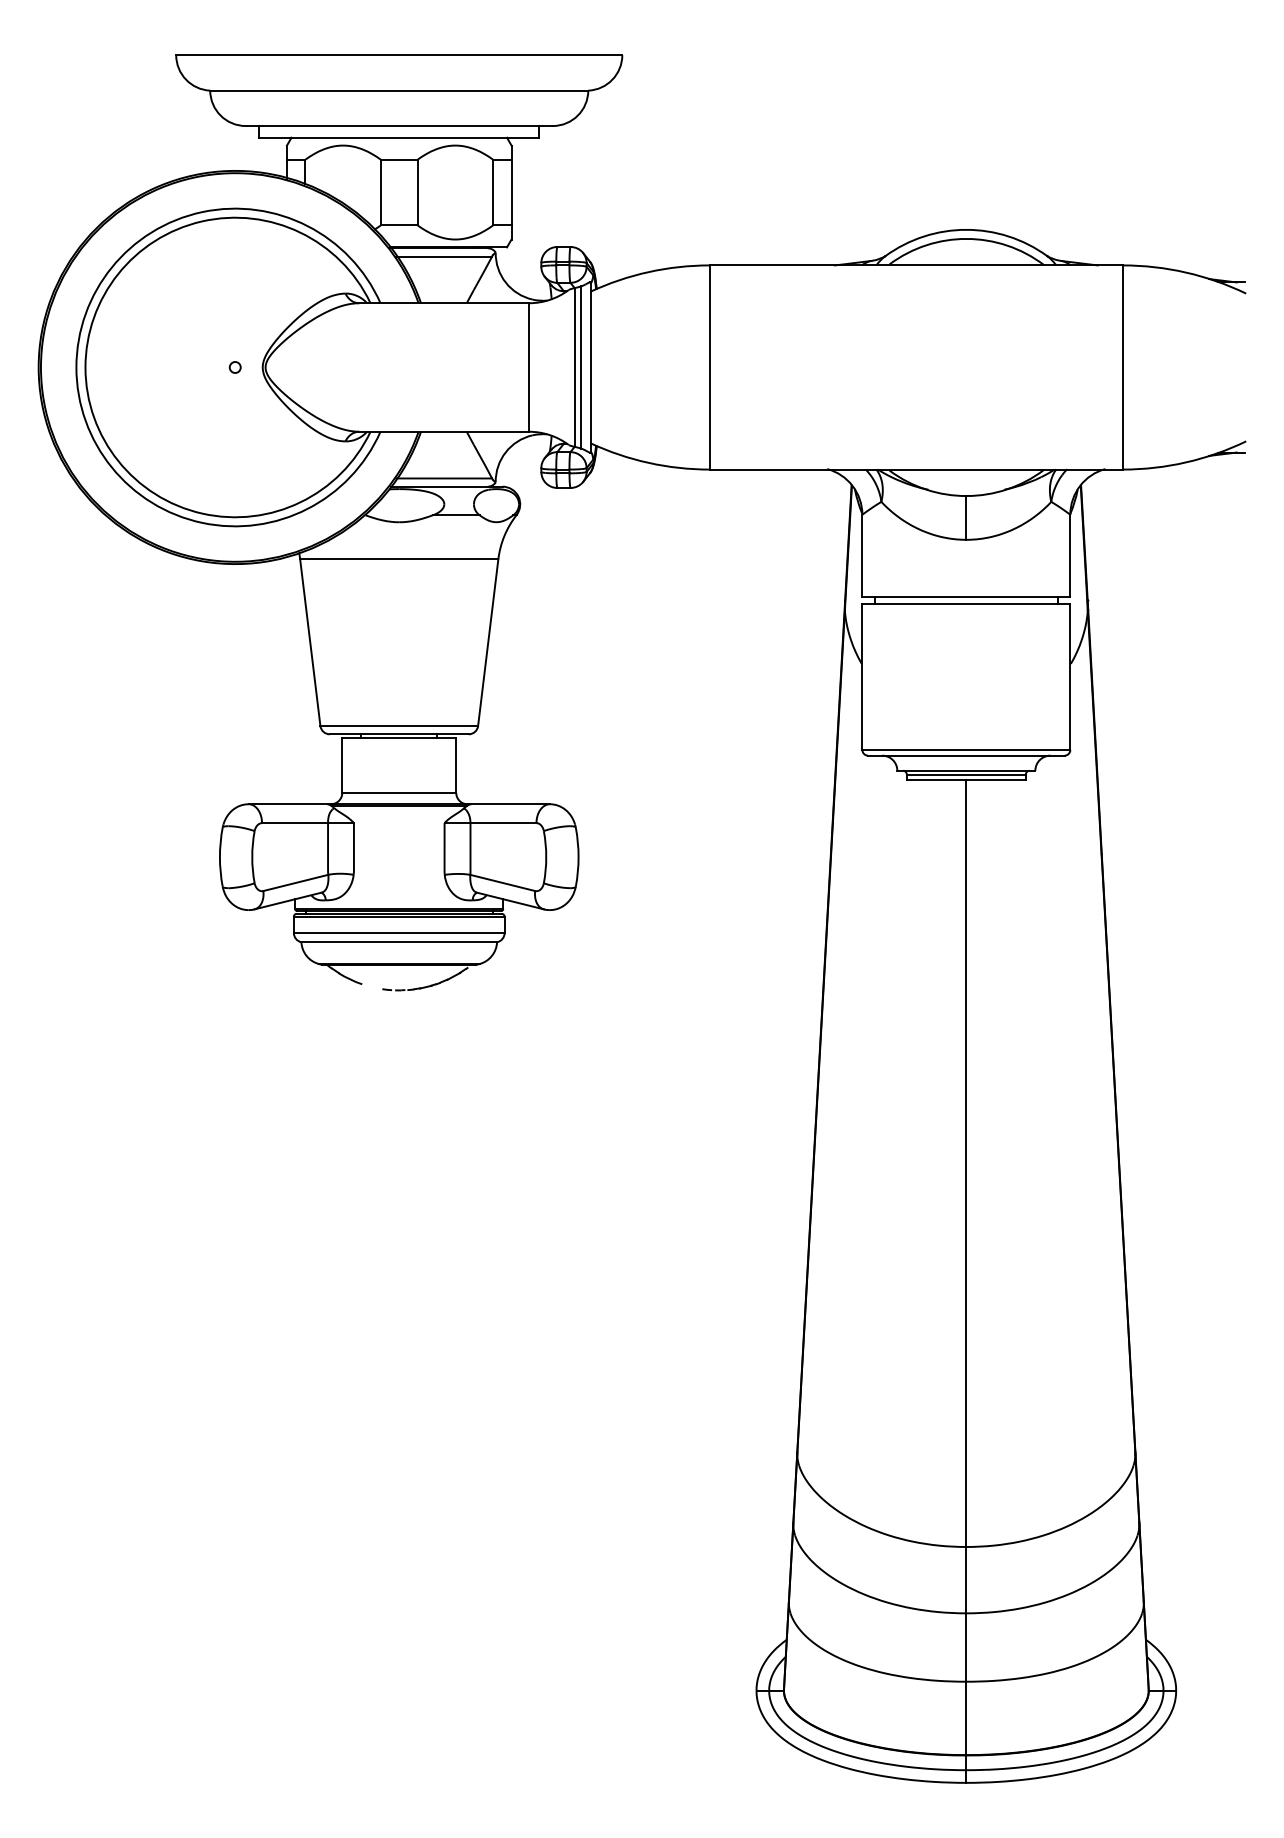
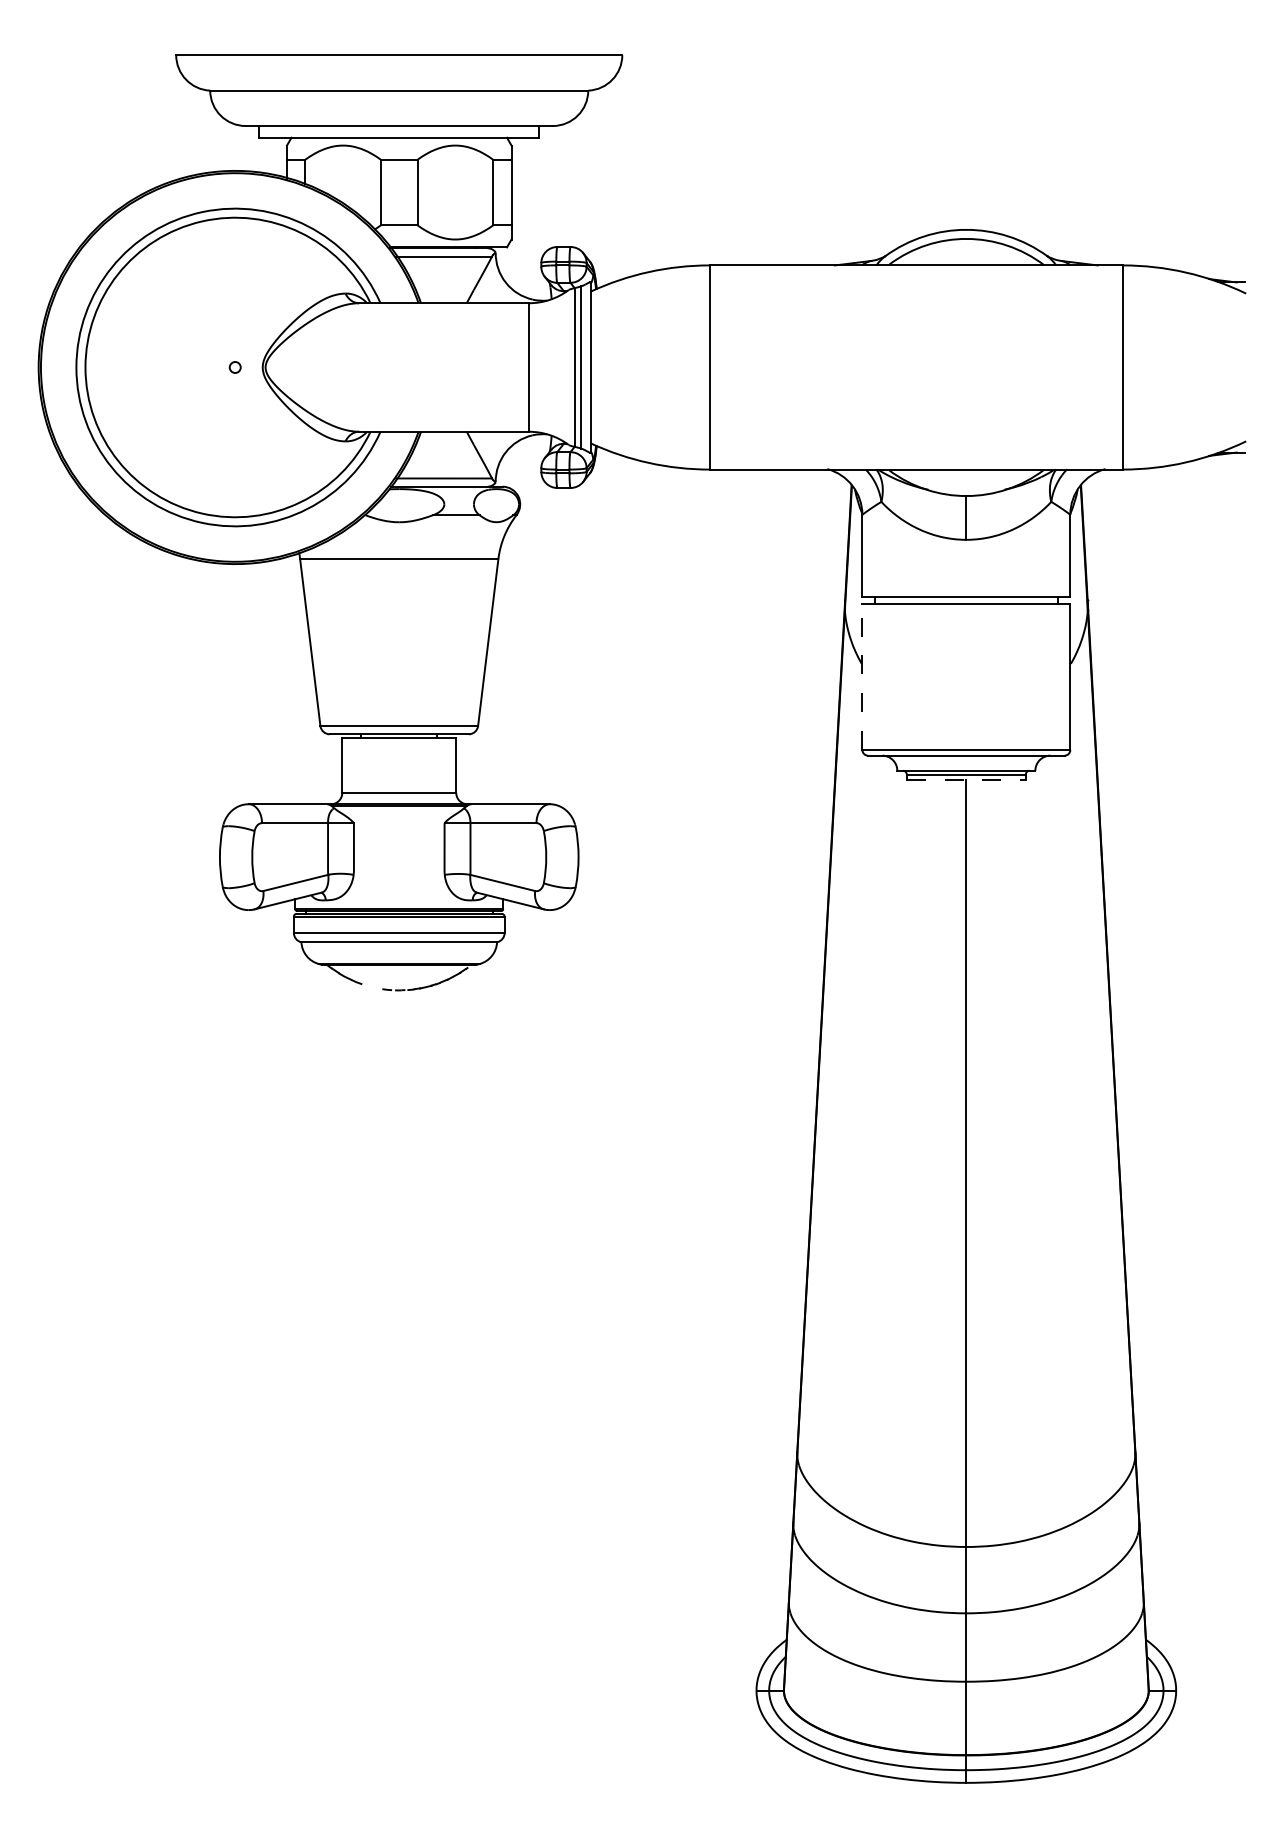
line at (862, 677): solid -> dashed
line at (966, 780): solid -> dashed
